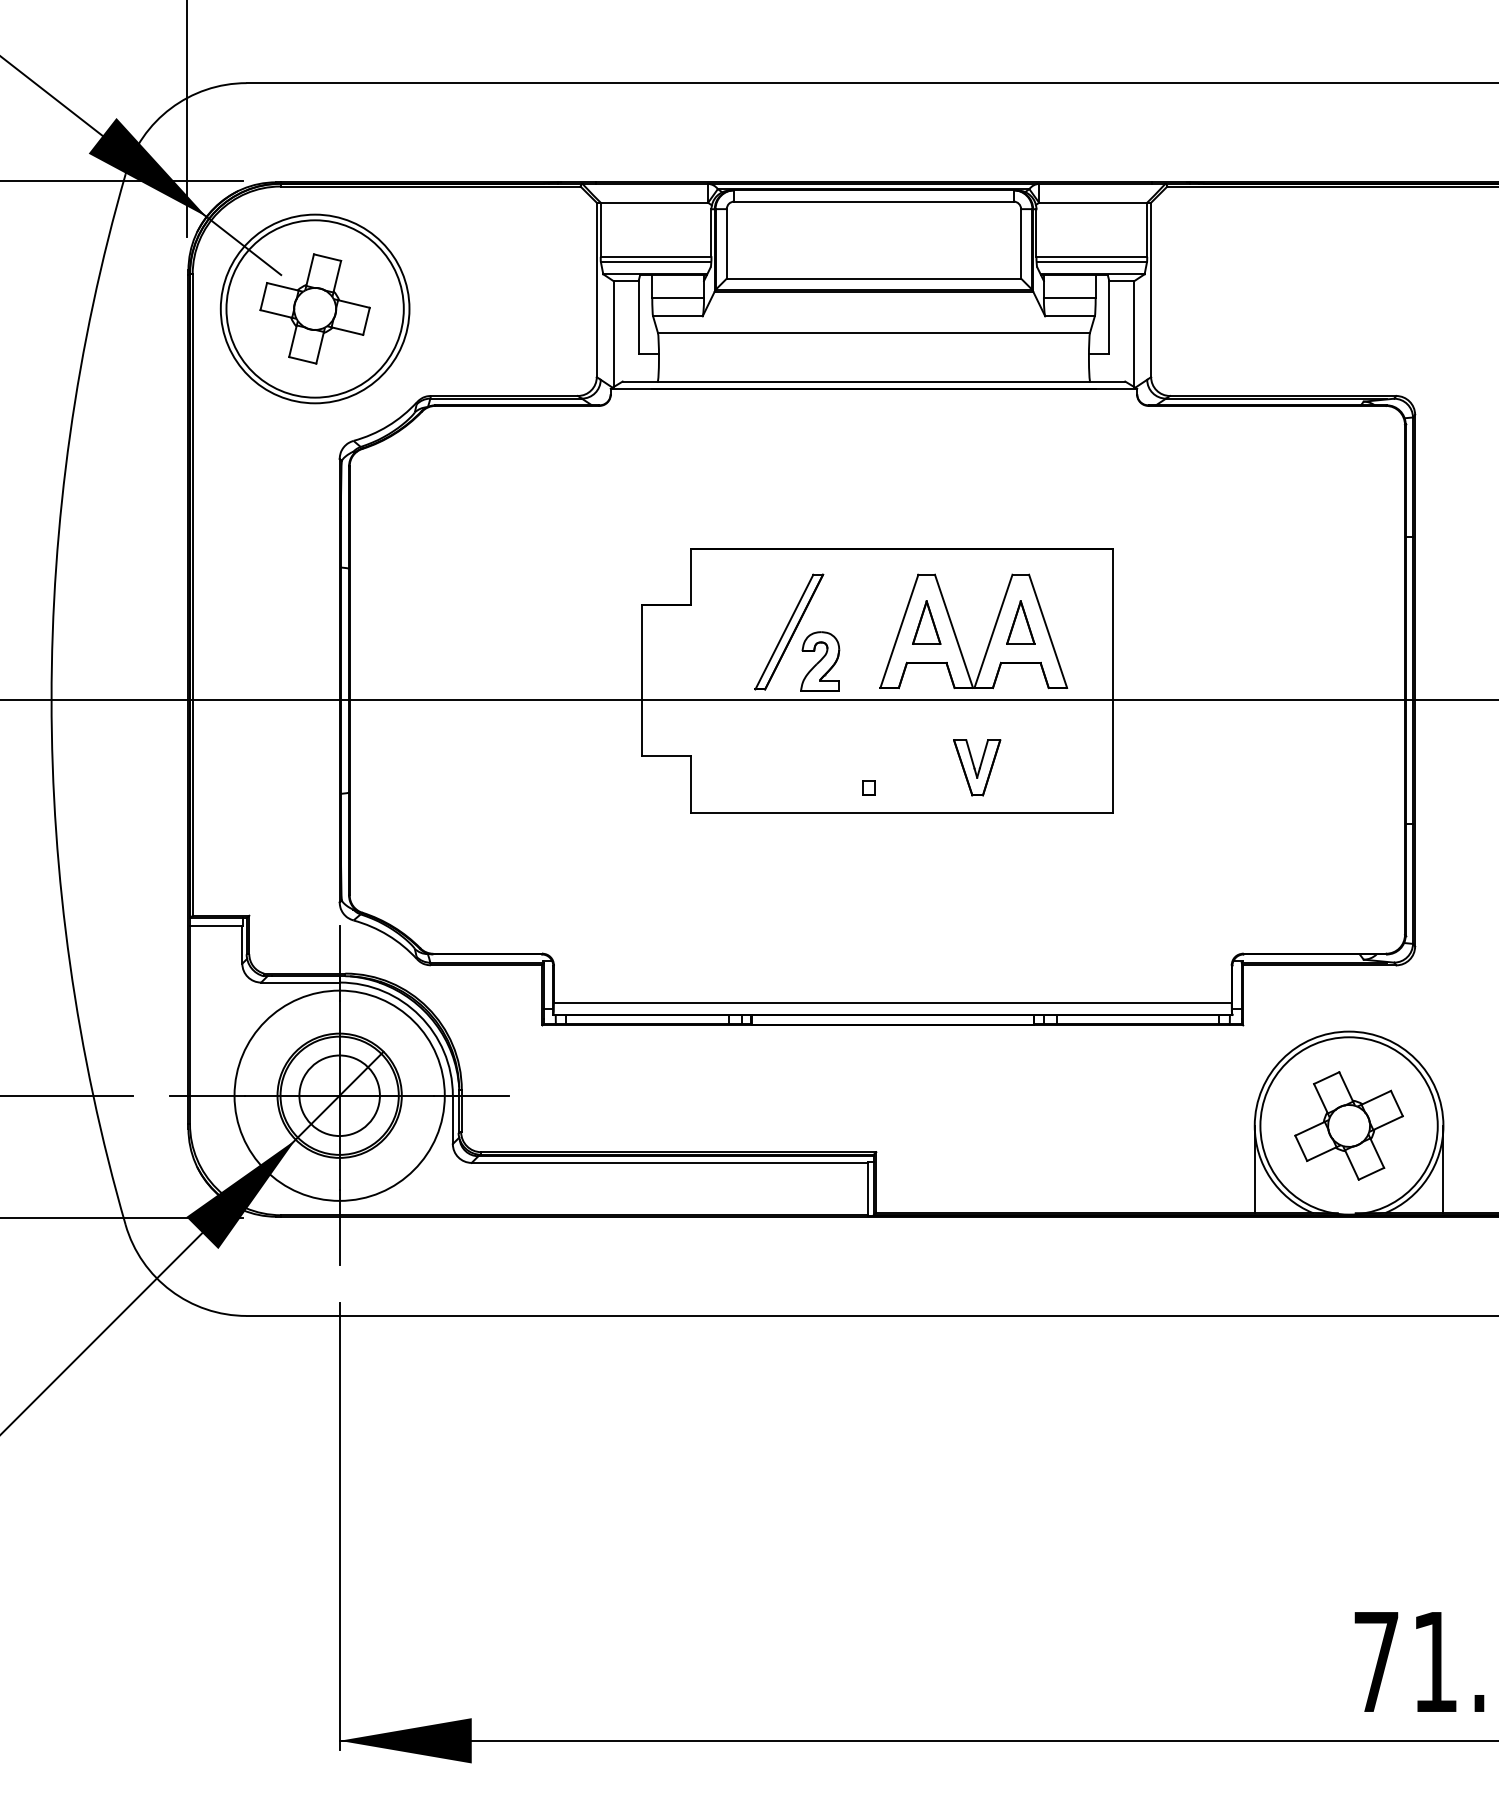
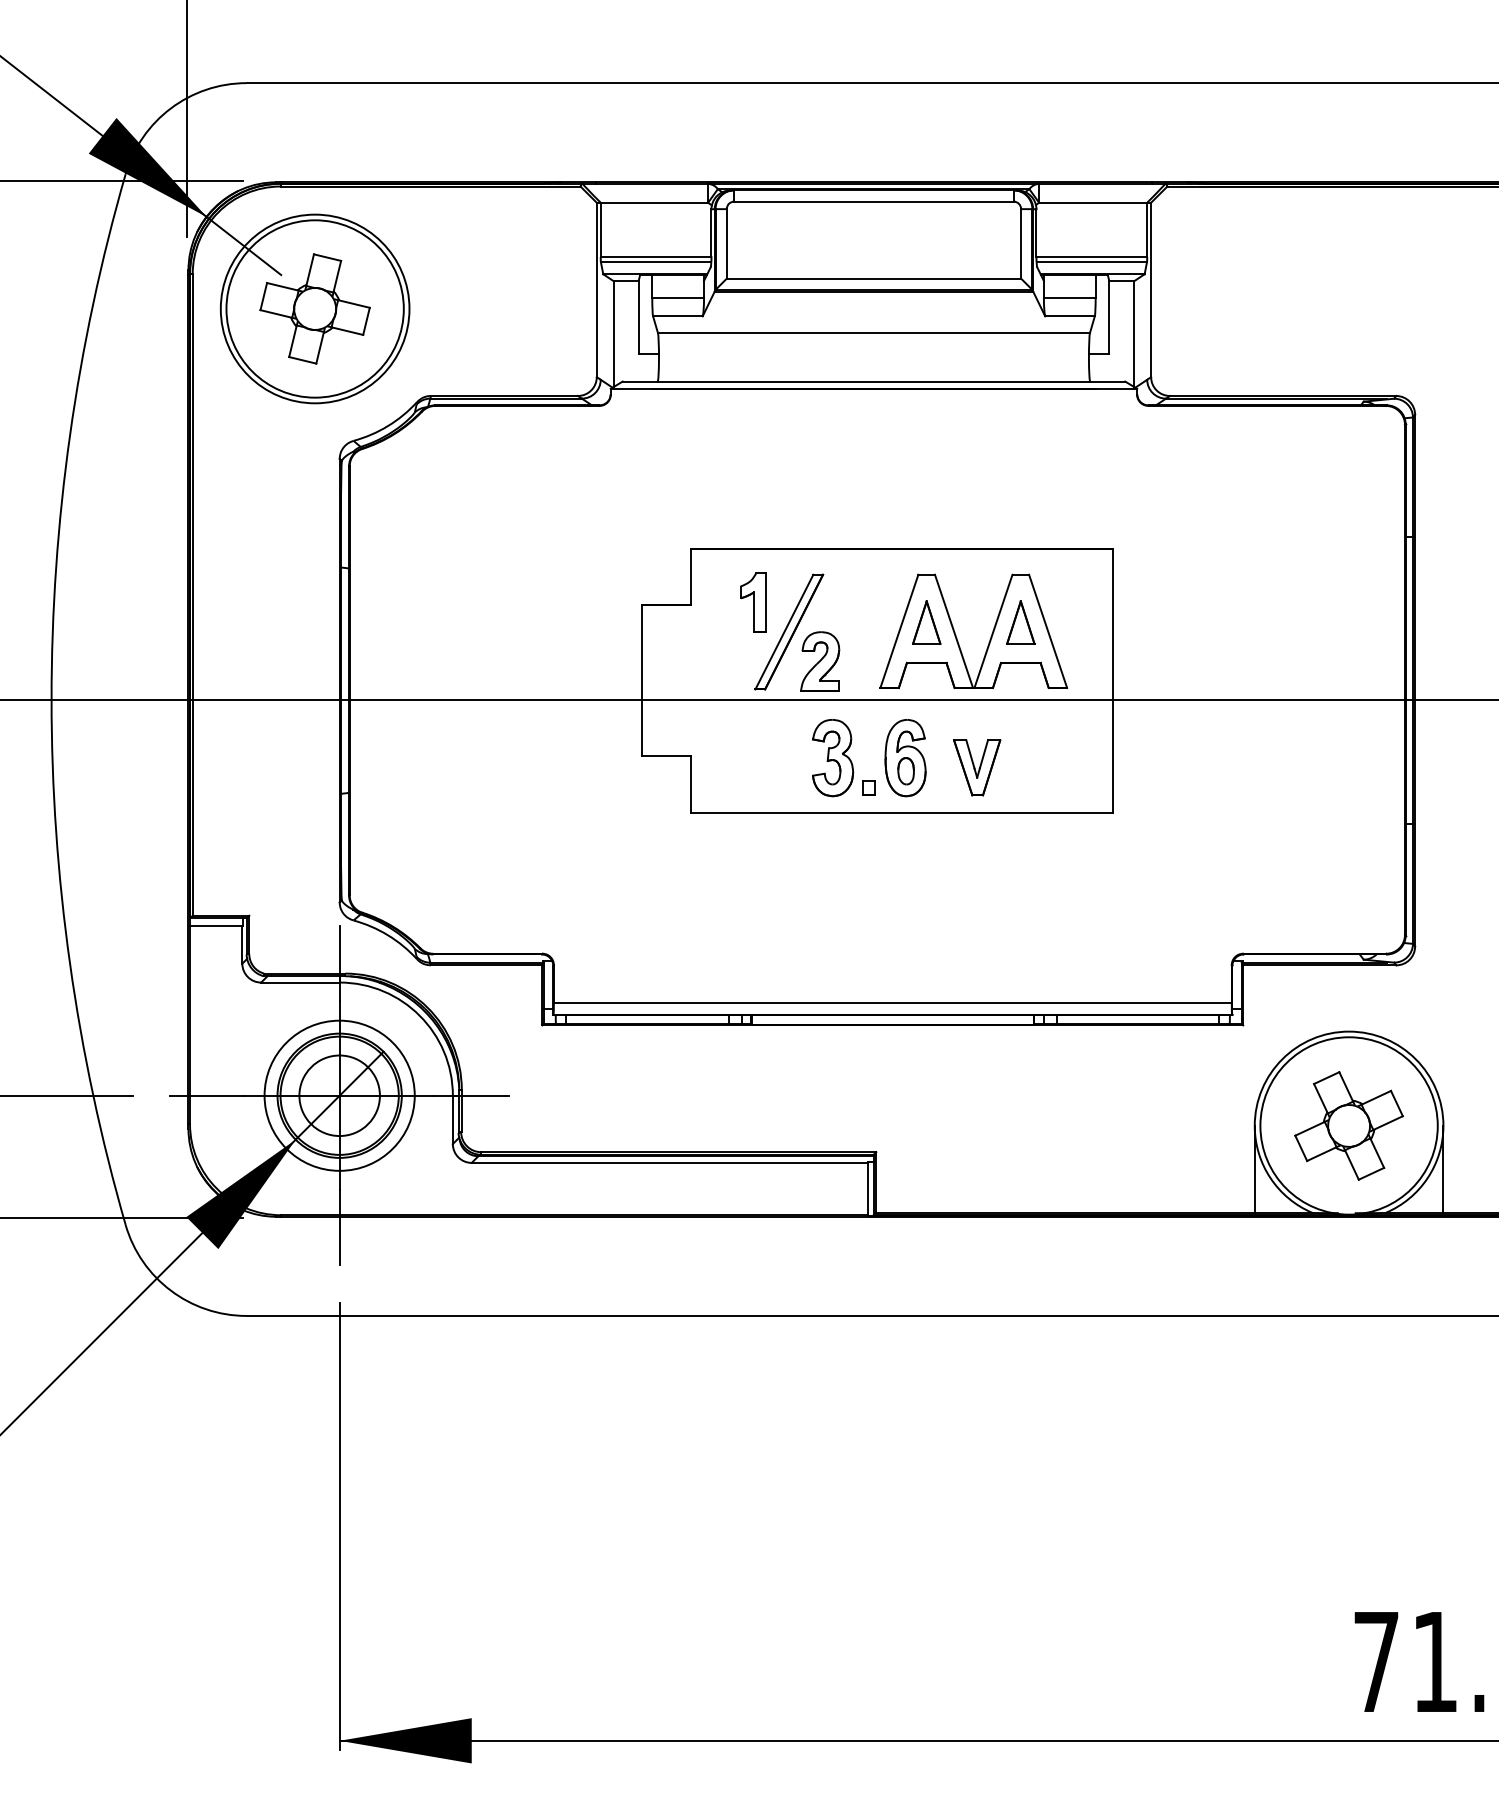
part at (753, 602): none -> present
part at (833, 758): none -> present
part at (905, 758): none -> present
circle at (339, 1095) diameter: 210 px -> 150 px
